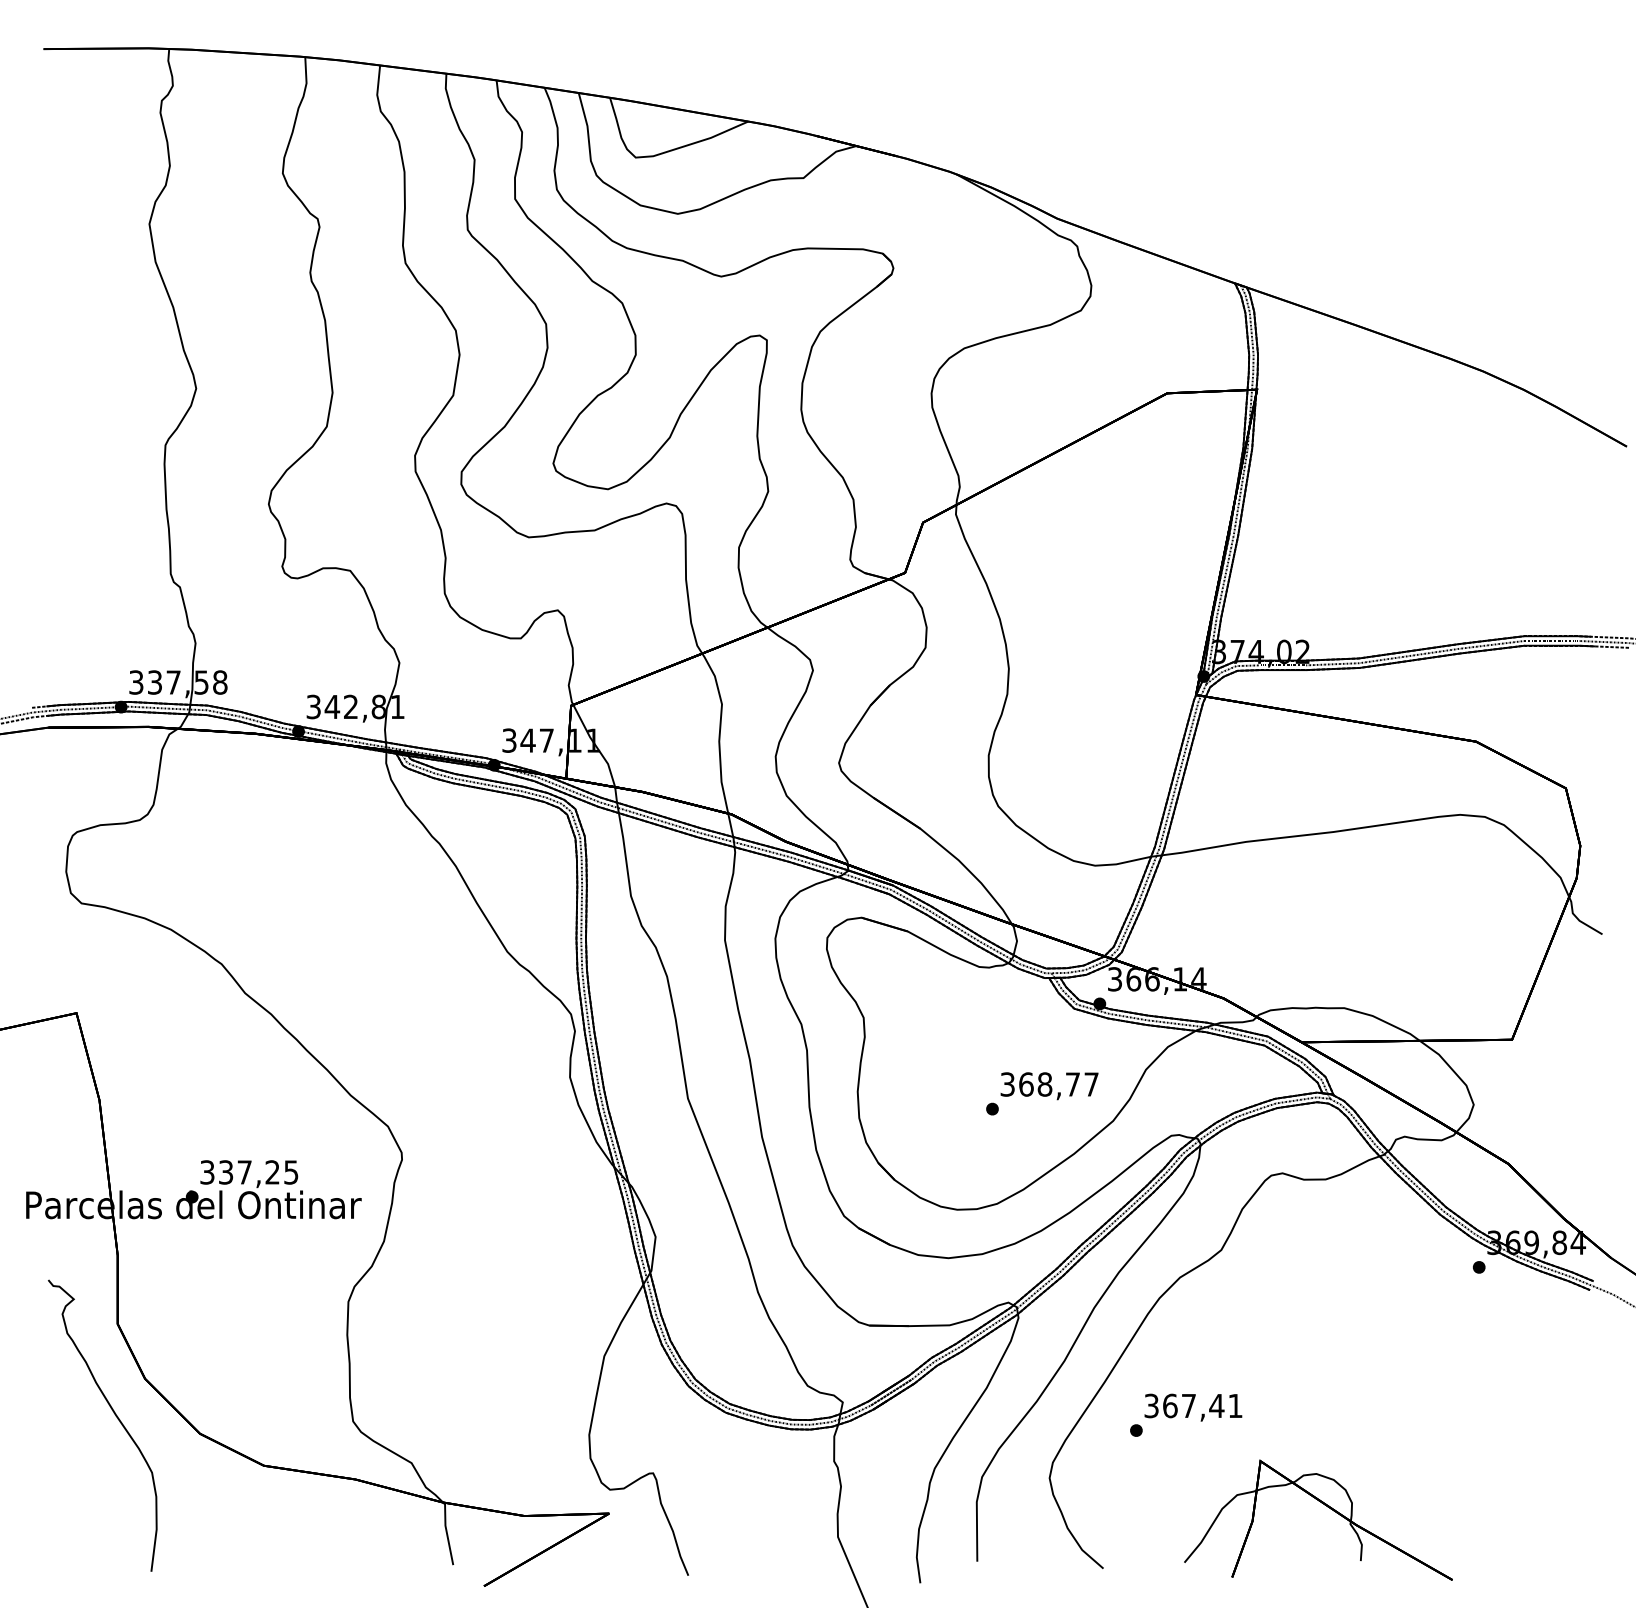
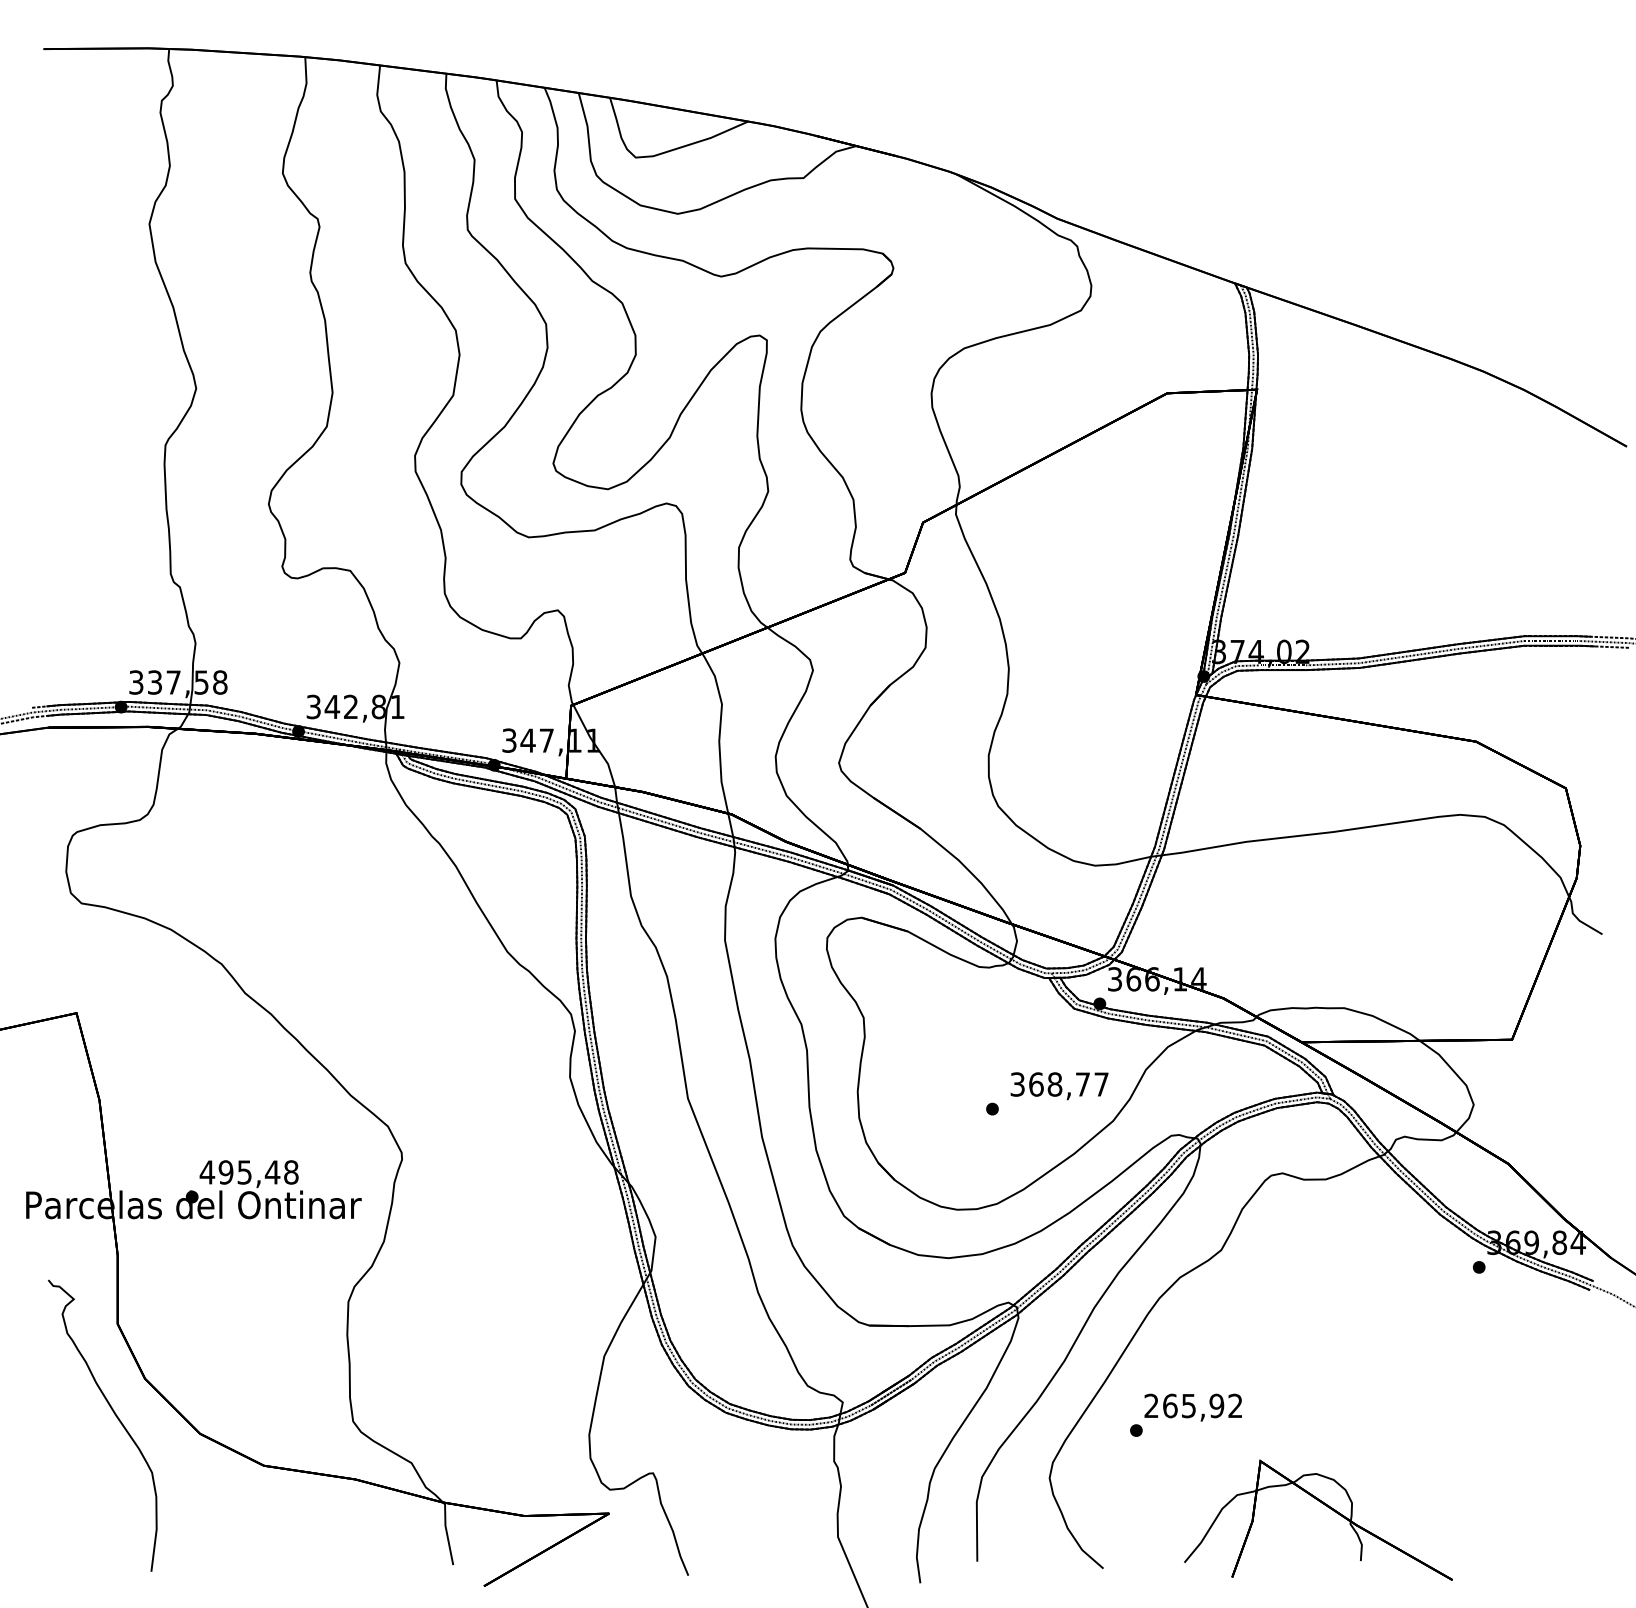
text at (1049, 1086) position: (1049, 1086) -> (1059, 1086)
text at (248, 1172): 337,25 -> 495,48
text at (1193, 1405): 367,41 -> 265,92
